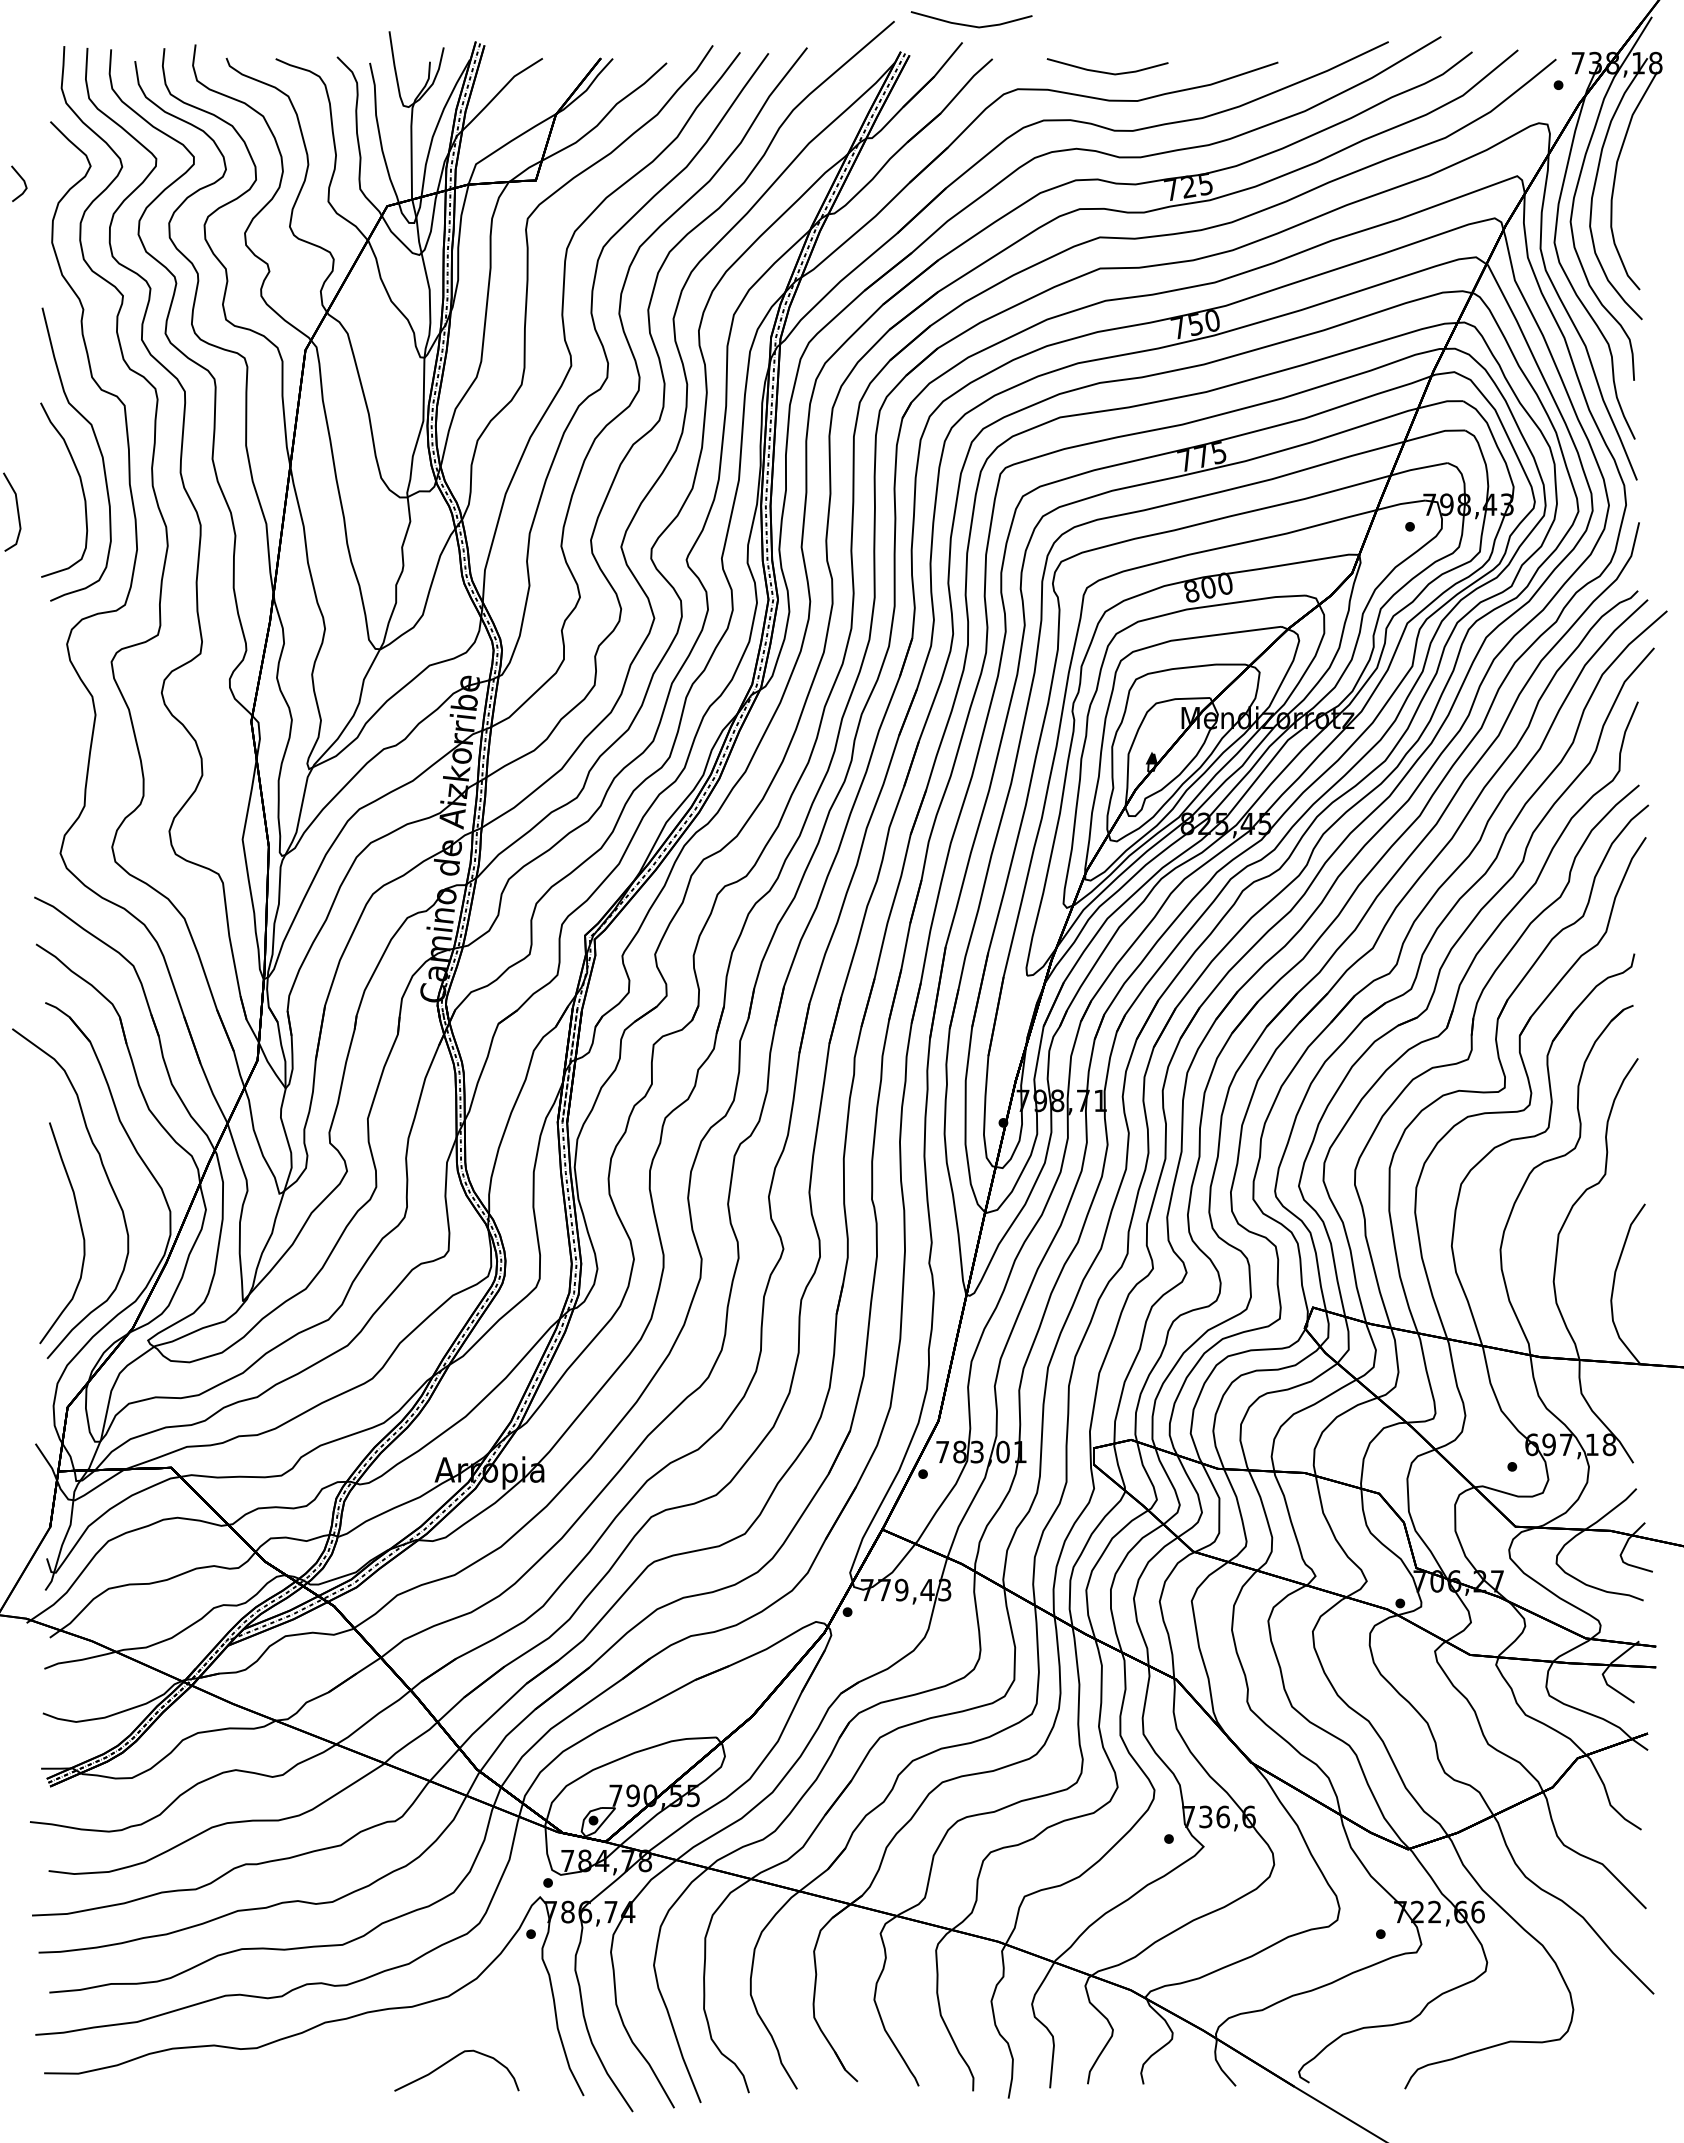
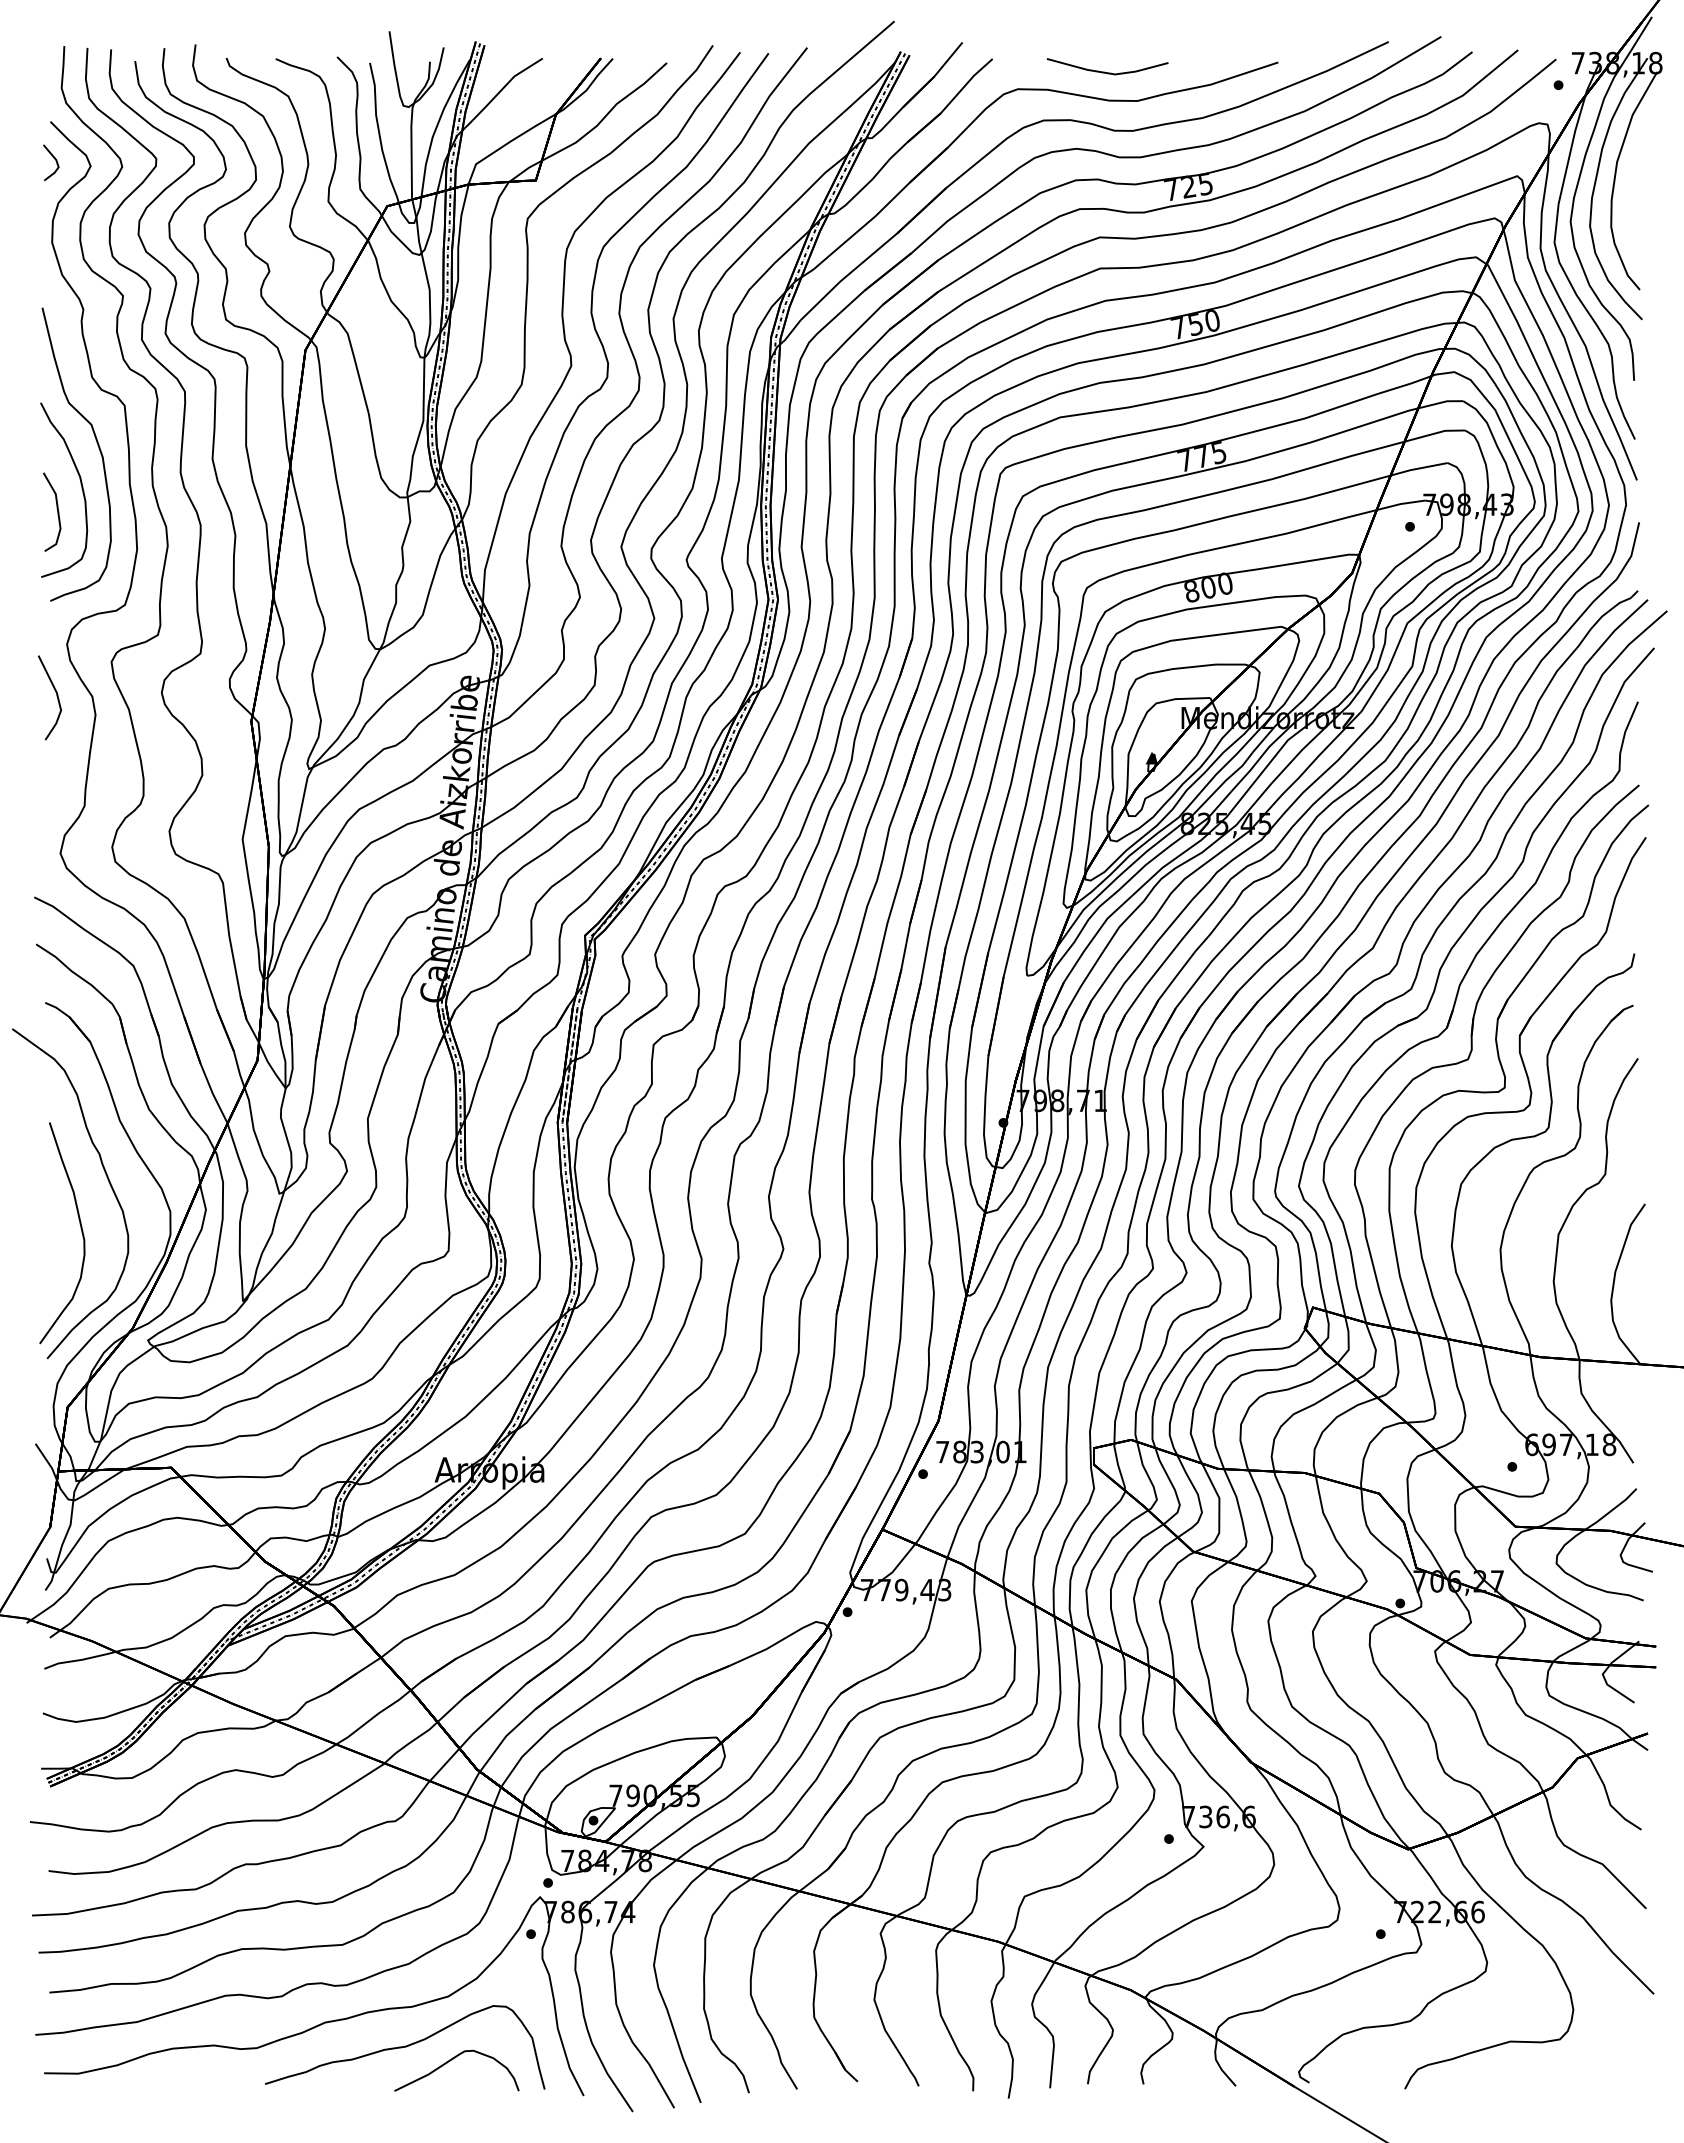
line at (968, 24): present -> none
line at (23, 182) position: (23, 182) -> (55, 161)
line at (16, 508) position: (16, 508) -> (56, 508)
line at (56, 696): none -> present
curve at (405, 2047): none -> present
